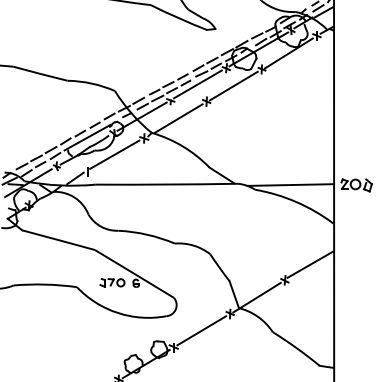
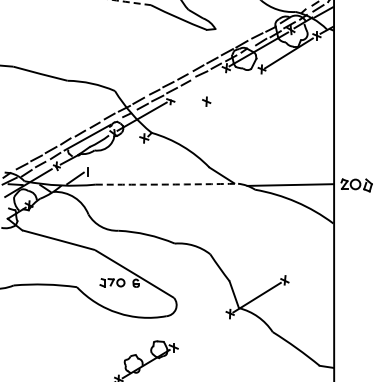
arc at (132, 2): solid -> dashed
line at (197, 84): present -> none
line at (233, 85): present -> none
line at (178, 118): present -> none
line at (114, 154): present -> none
arc at (166, 184): solid -> dashed
line at (309, 264): present -> none
line at (201, 330): present -> none
